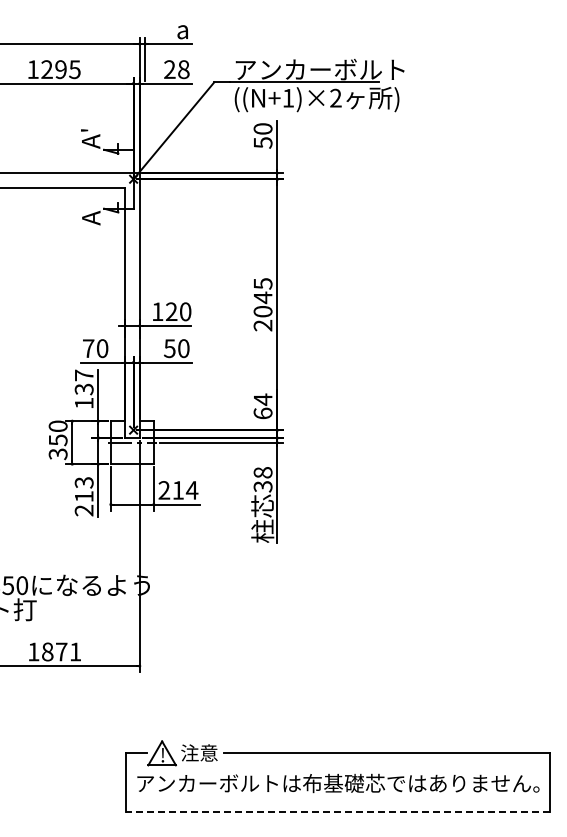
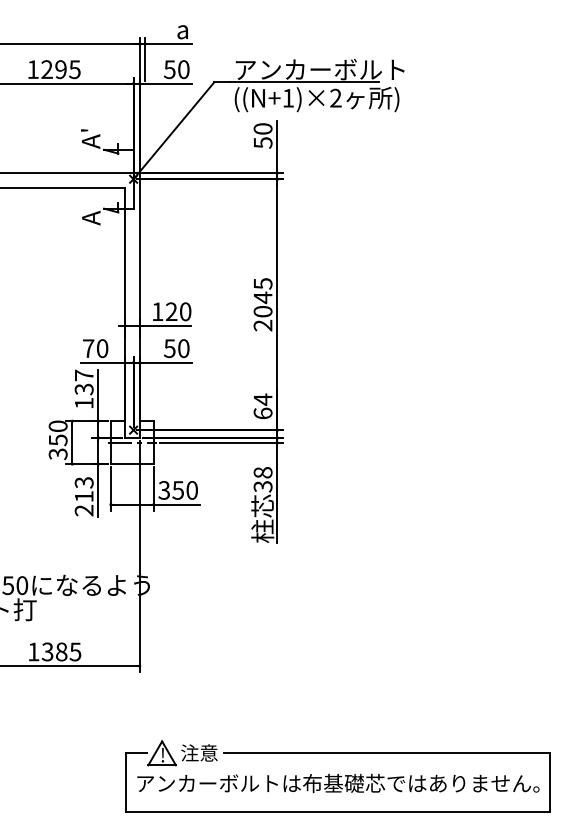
text at (176, 69): 28 -> 50
text at (178, 490): 214 -> 350
text at (61, 651): 1871 -> 1385
line at (338, 811): dashed -> solid
